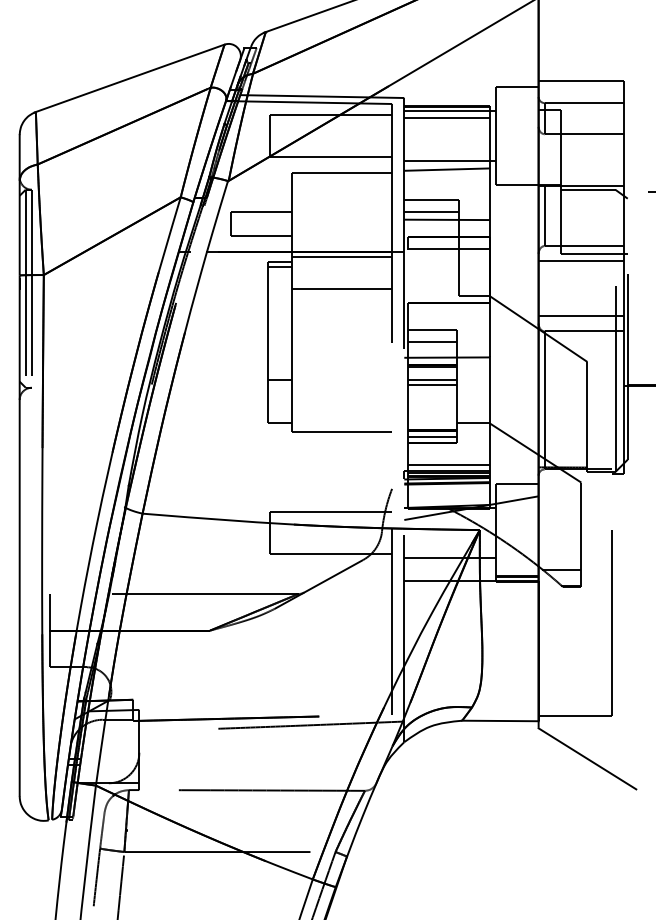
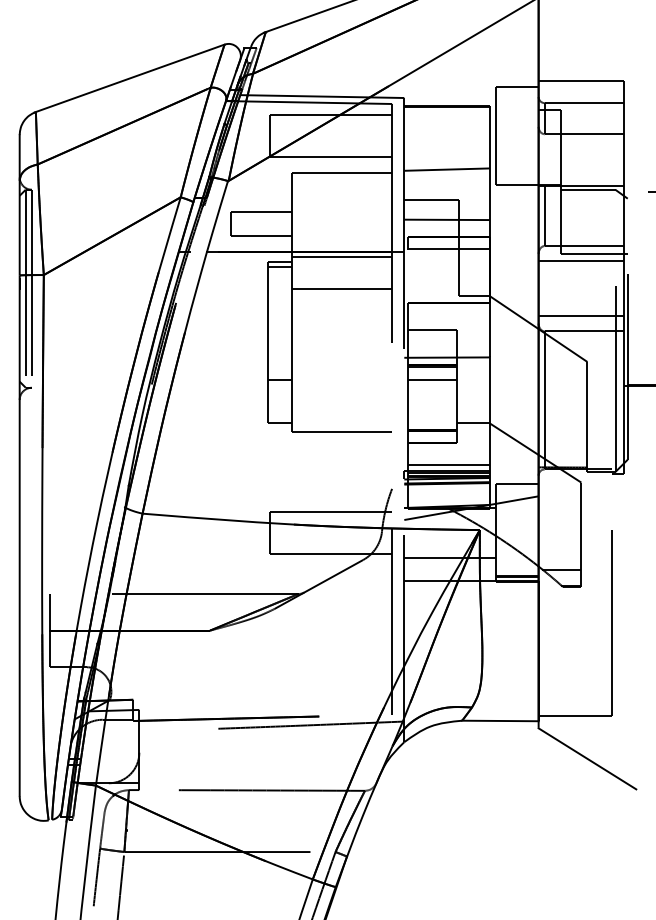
line at (449, 111): present -> none
line at (446, 118): present -> none
line at (449, 161): present -> none
line at (431, 212): present -> none
line at (431, 341): present -> none
line at (431, 385): present -> none
line at (431, 437): present -> none
